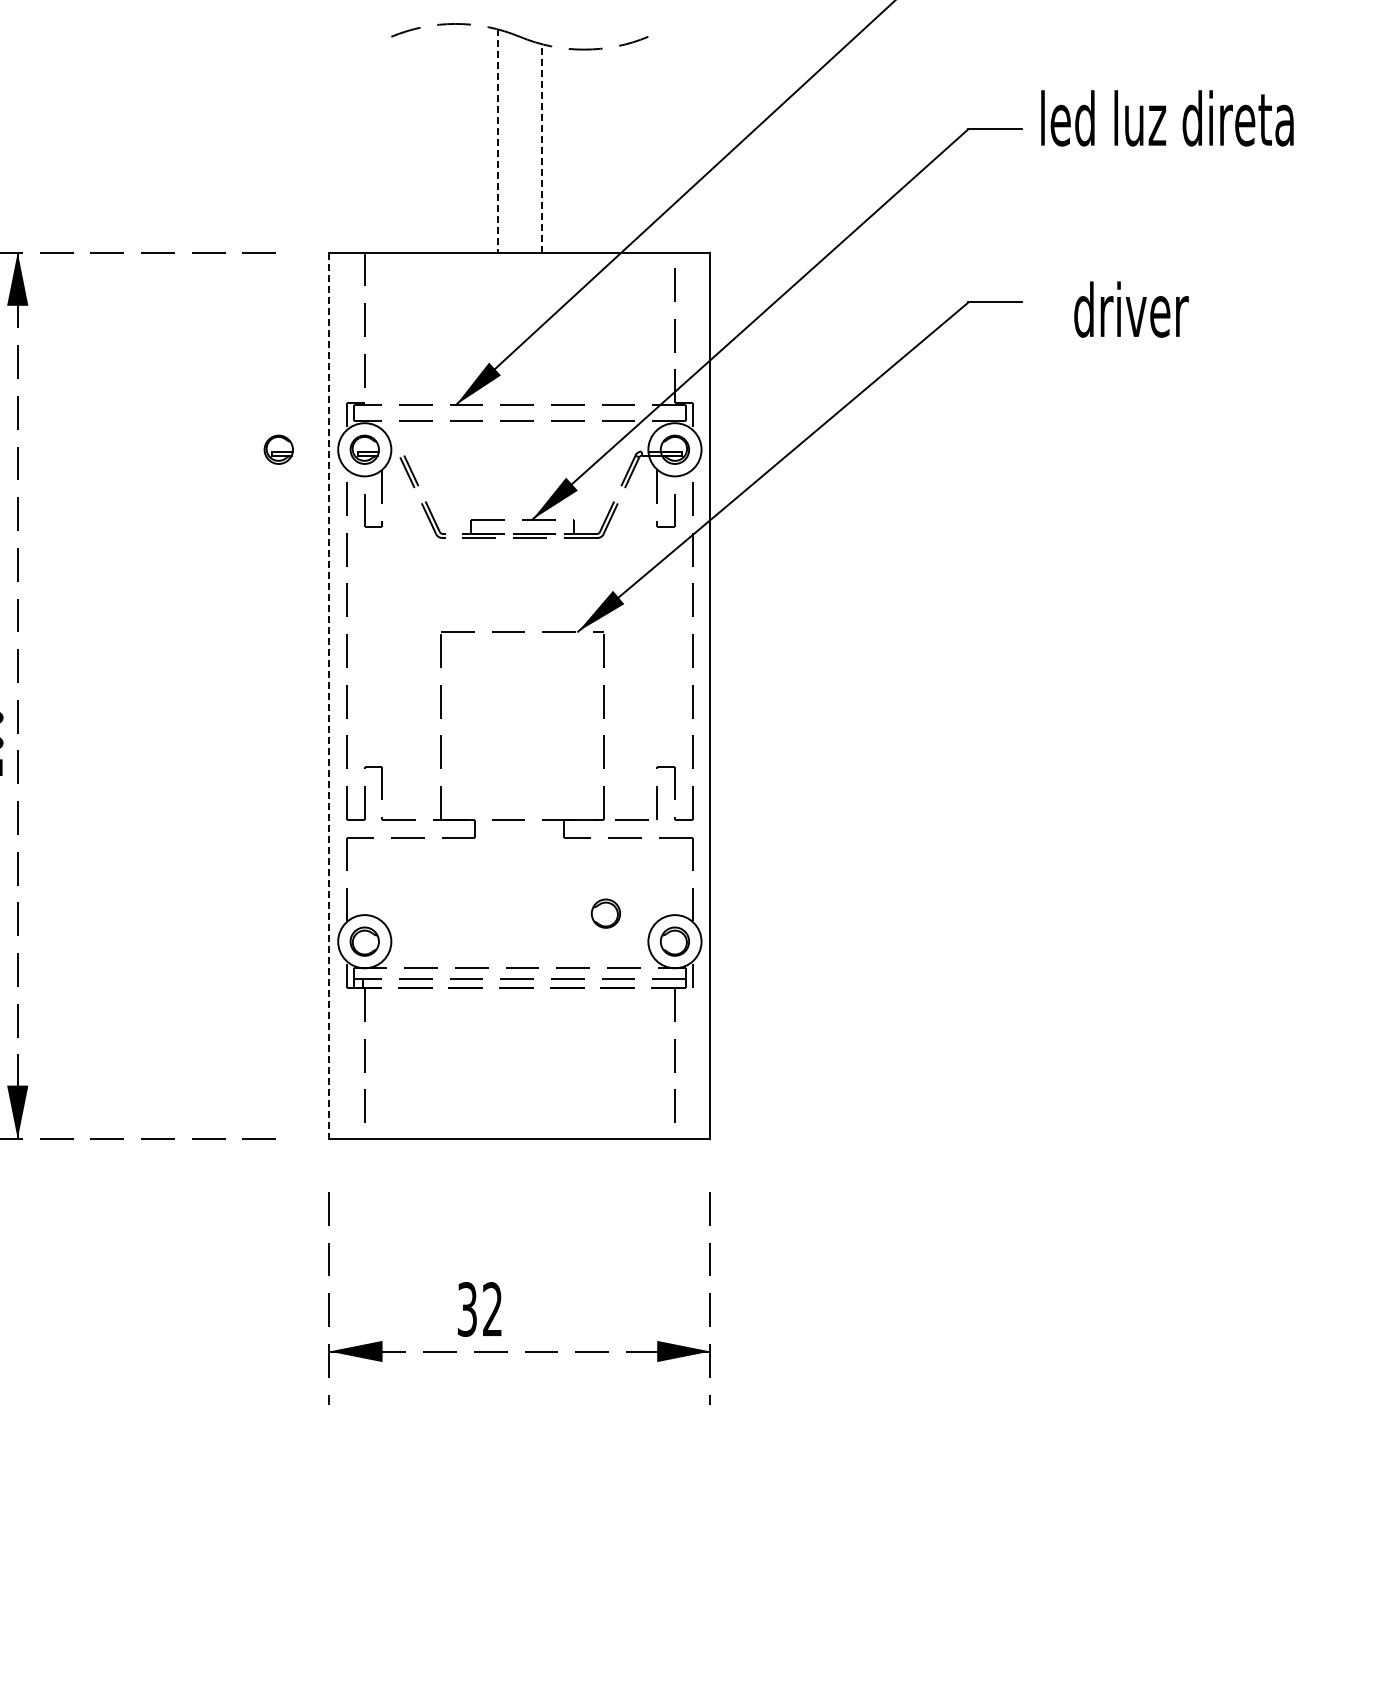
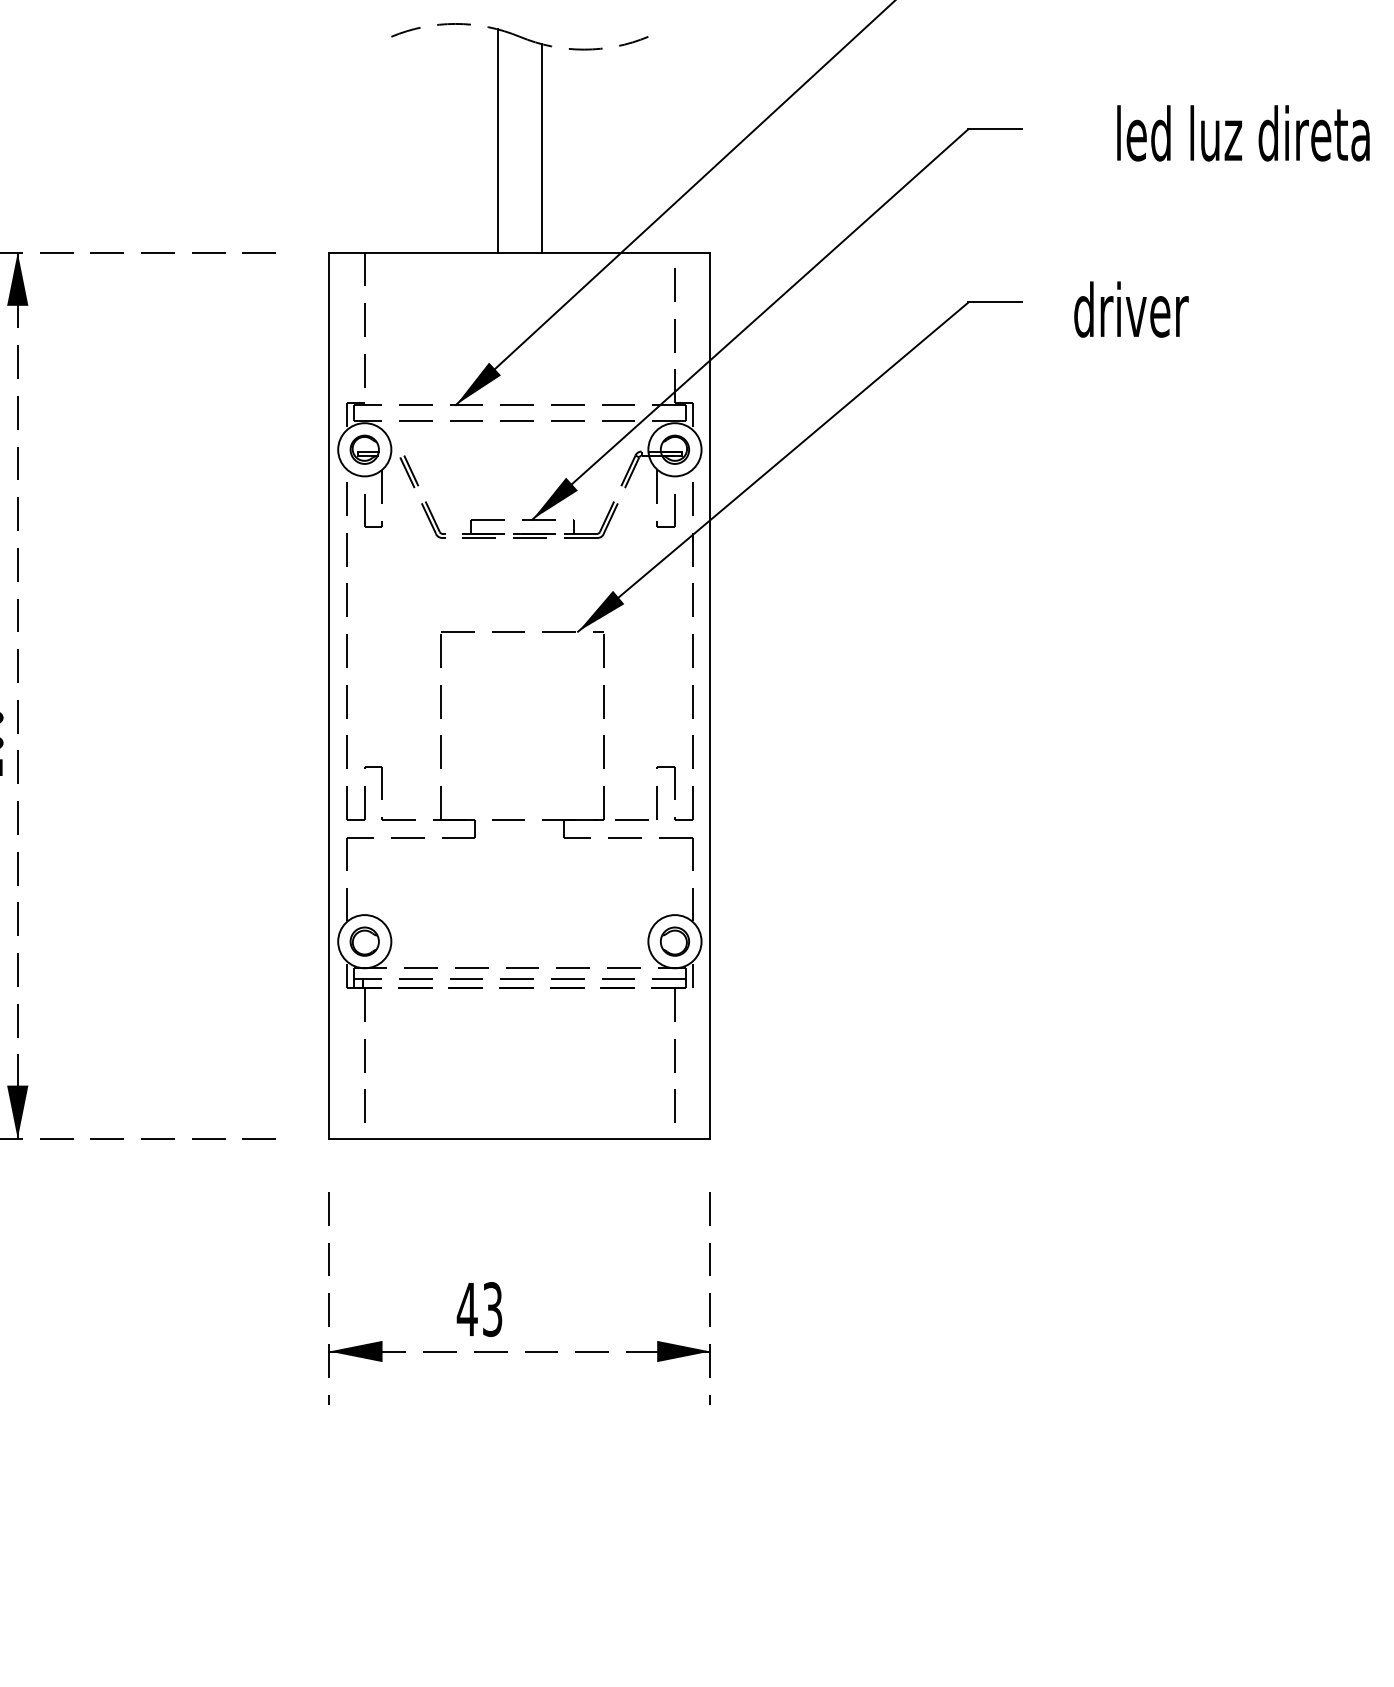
text at (1167, 118) position: (1167, 118) -> (1243, 133)
line at (497, 140): dashed -> solid
line at (542, 147): dashed -> solid
part at (278, 449): present -> none
line at (329, 696): dashed -> solid
part at (605, 913): present -> none
text at (479, 1309): 32 -> 43
